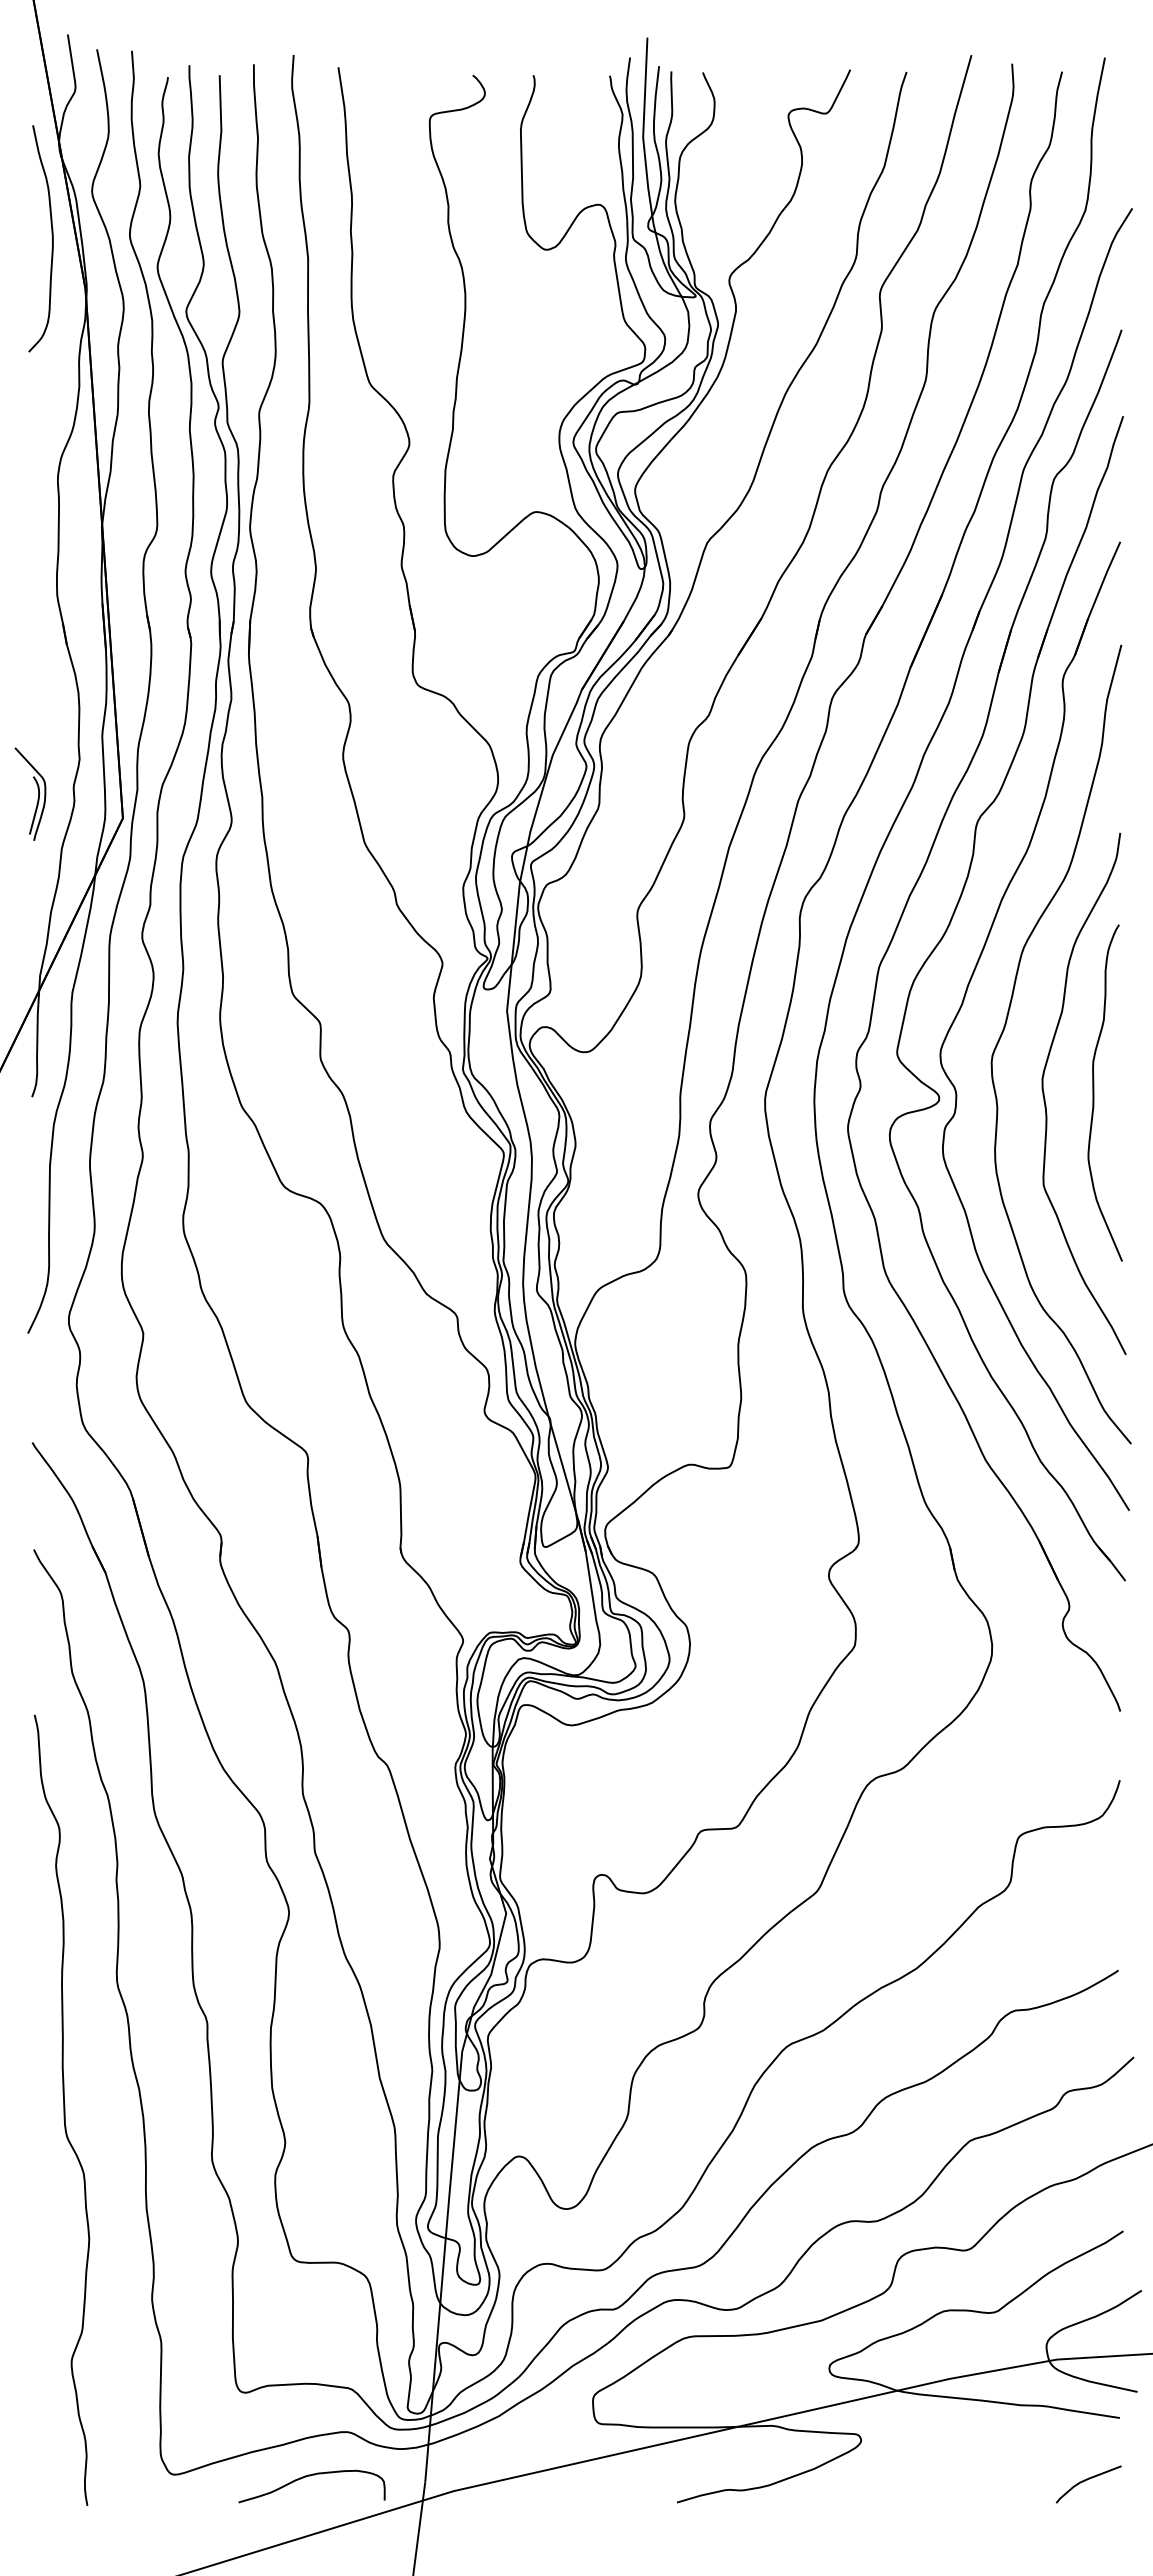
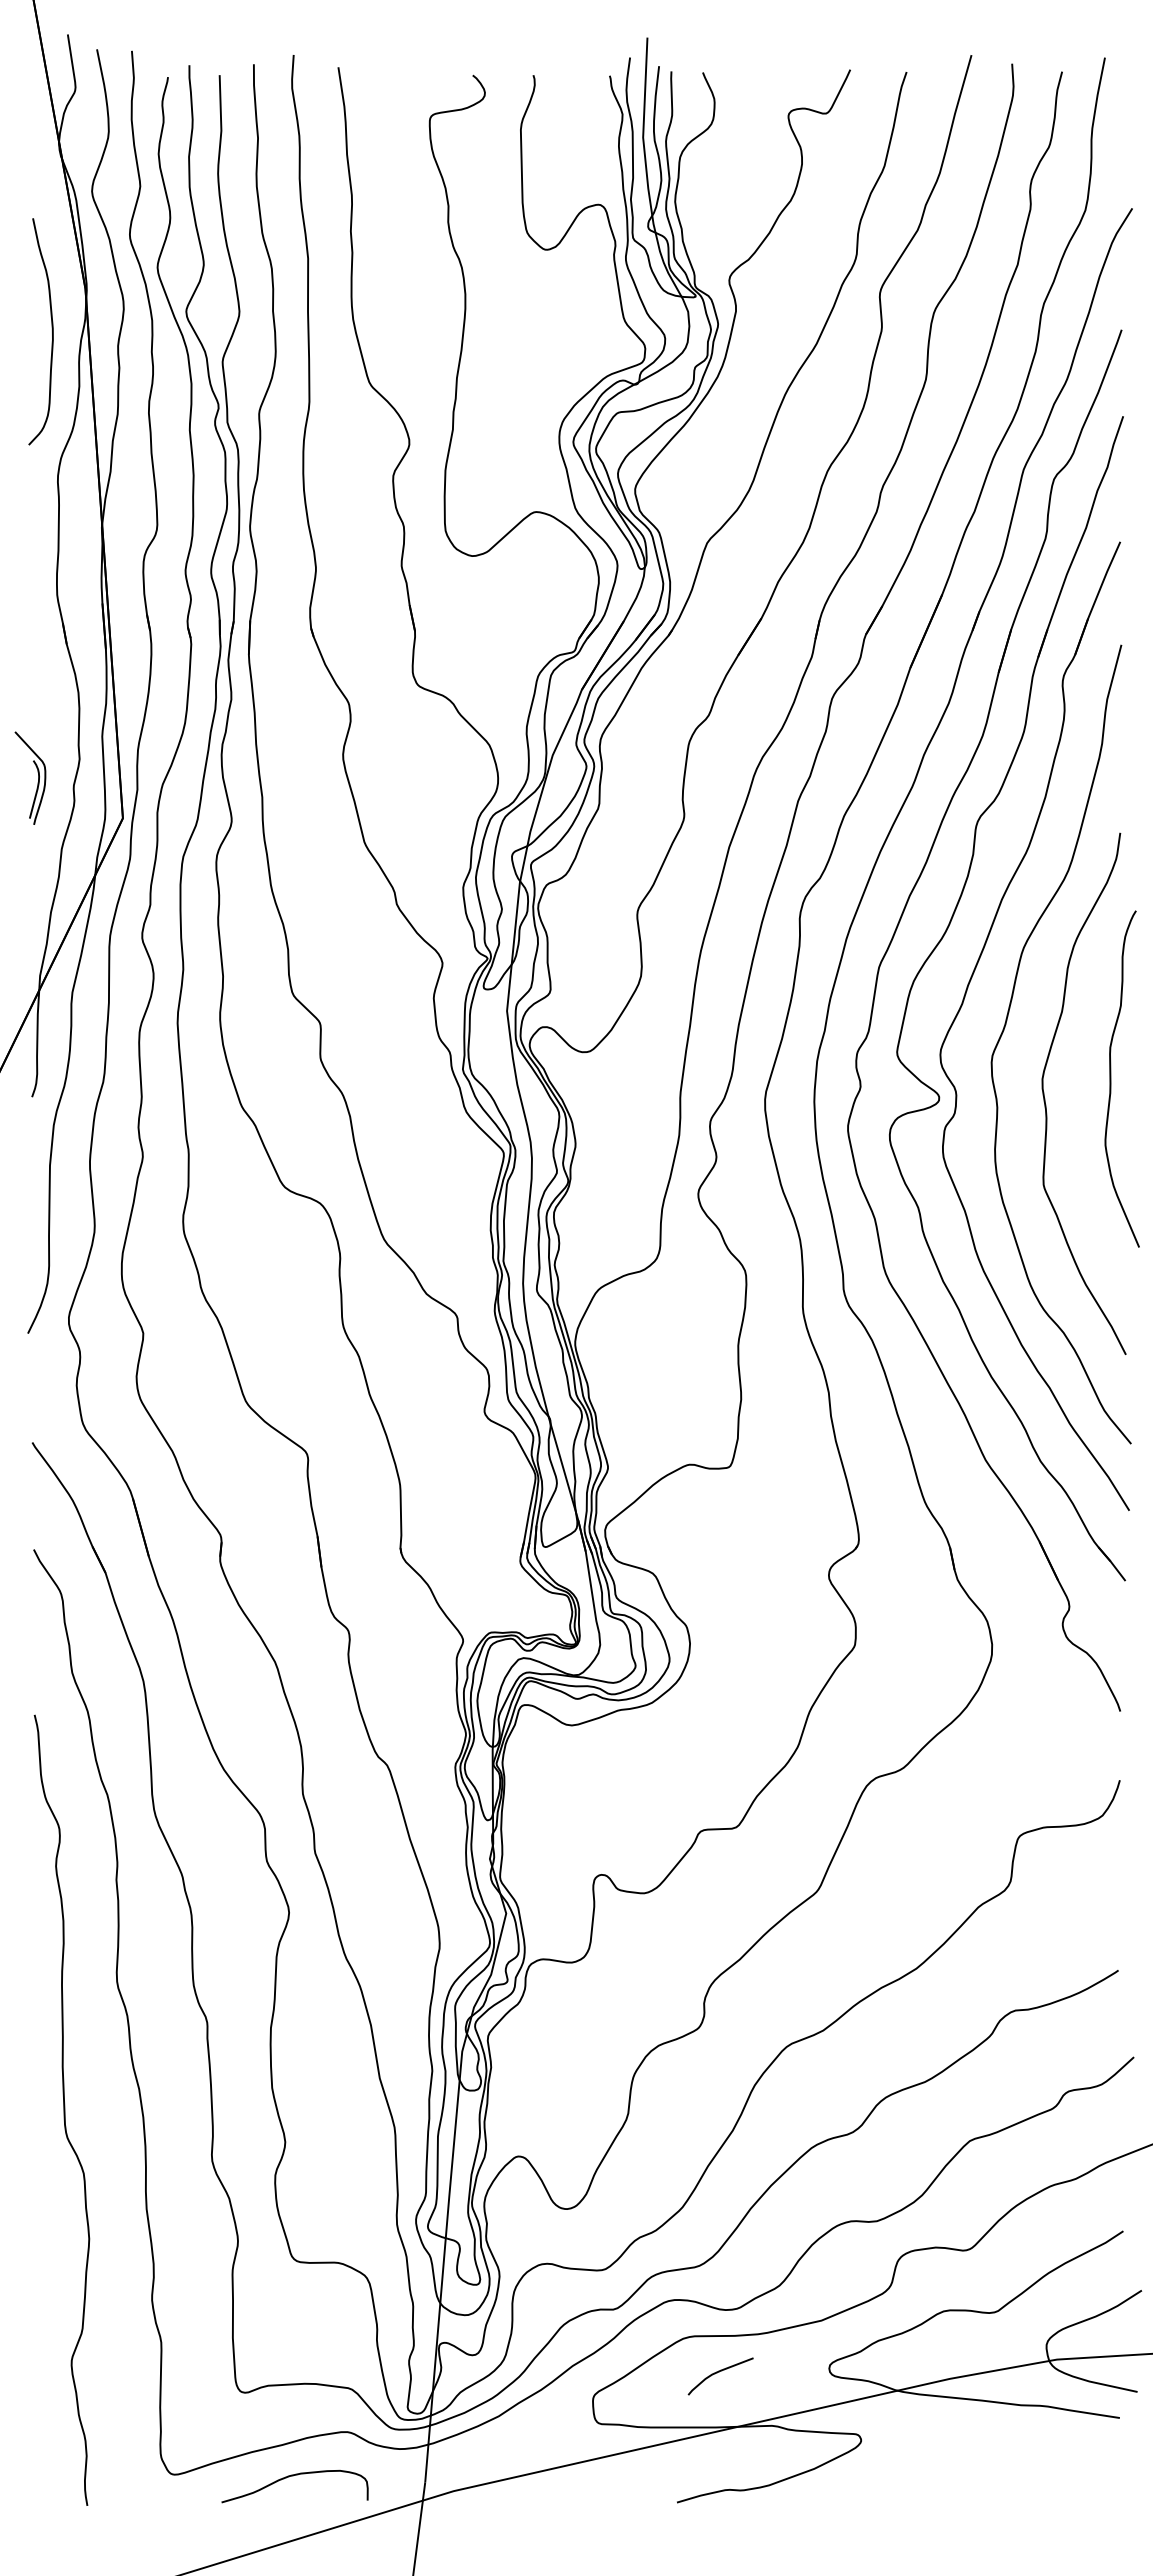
curve at (51, 236) position: (51, 236) -> (51, 329)
part at (38, 793) position: (38, 793) -> (38, 777)
curve at (1094, 1092) position: (1094, 1092) -> (1111, 1078)
curve at (310, 2476) position: (310, 2476) -> (293, 2476)
curve at (1087, 2480) position: (1087, 2480) -> (719, 2372)
